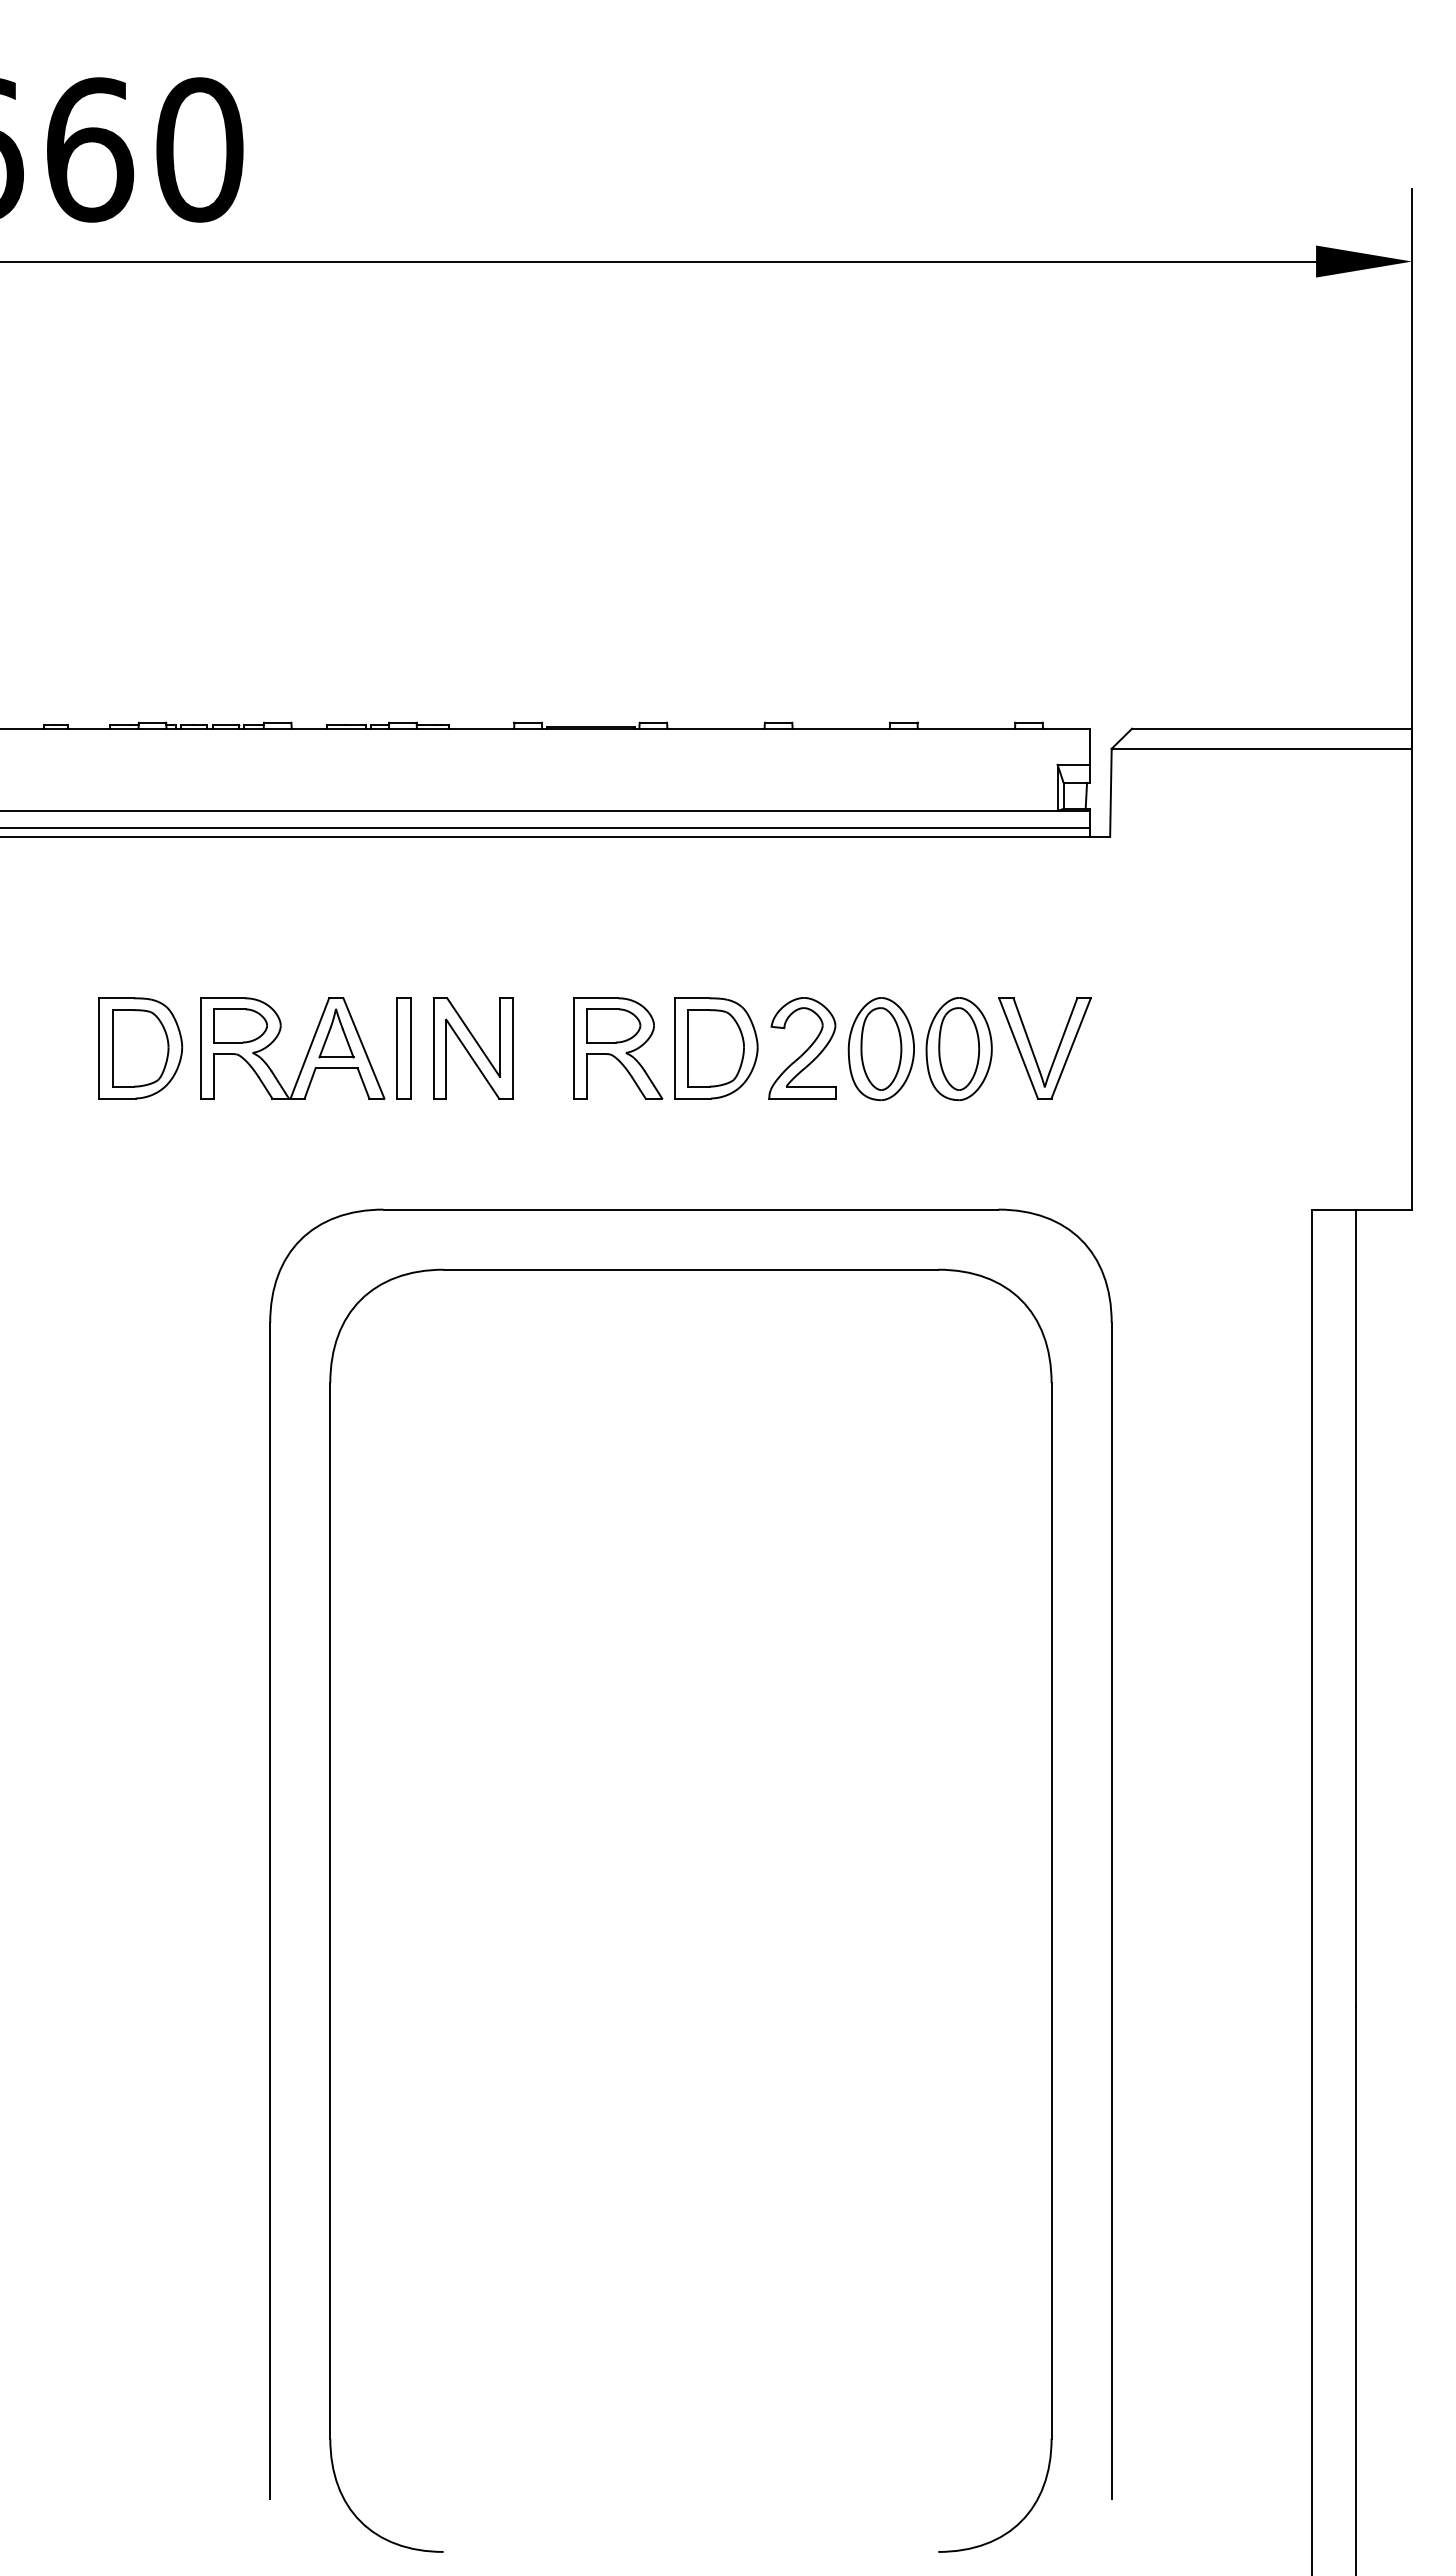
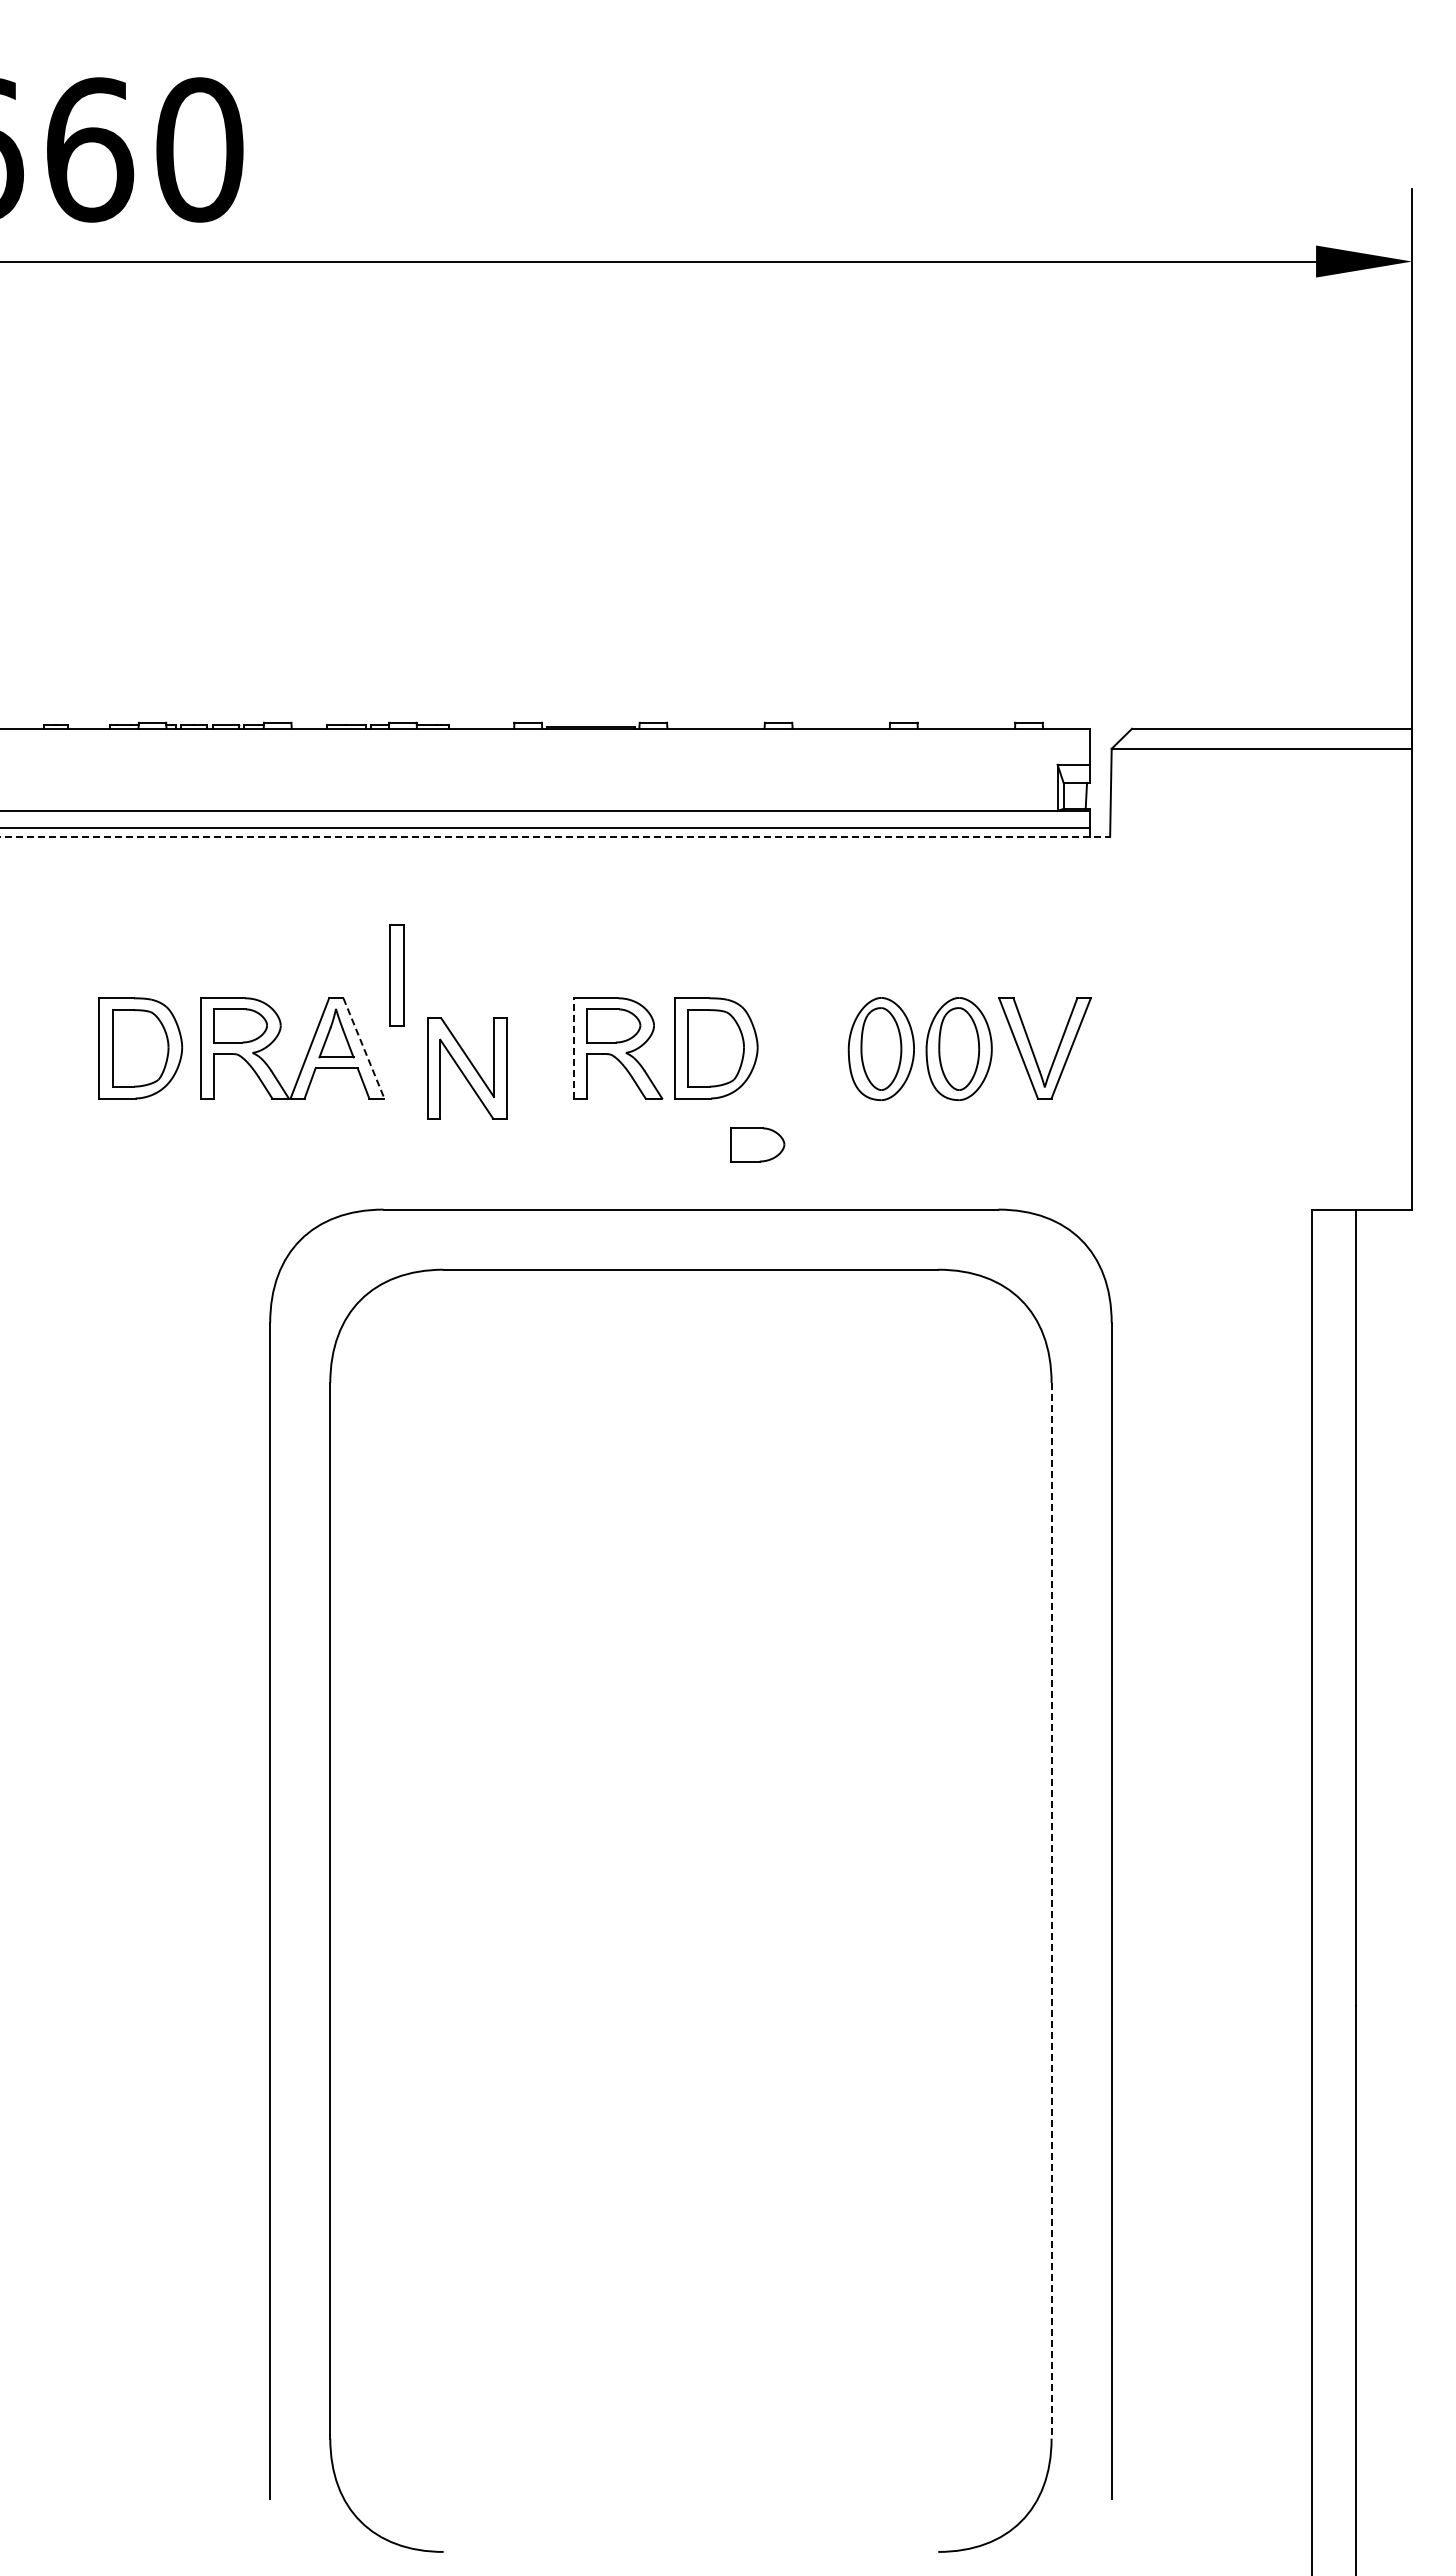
line at (555, 836): solid -> dashed
line at (574, 1047): solid -> dashed
line at (364, 1048): solid -> dashed
part at (403, 1048) position: (403, 1048) -> (396, 975)
part at (473, 1048) position: (473, 1048) -> (467, 1068)
part at (802, 1048): present -> none
part at (757, 1144): none -> present
line at (1051, 1910): solid -> dashed
